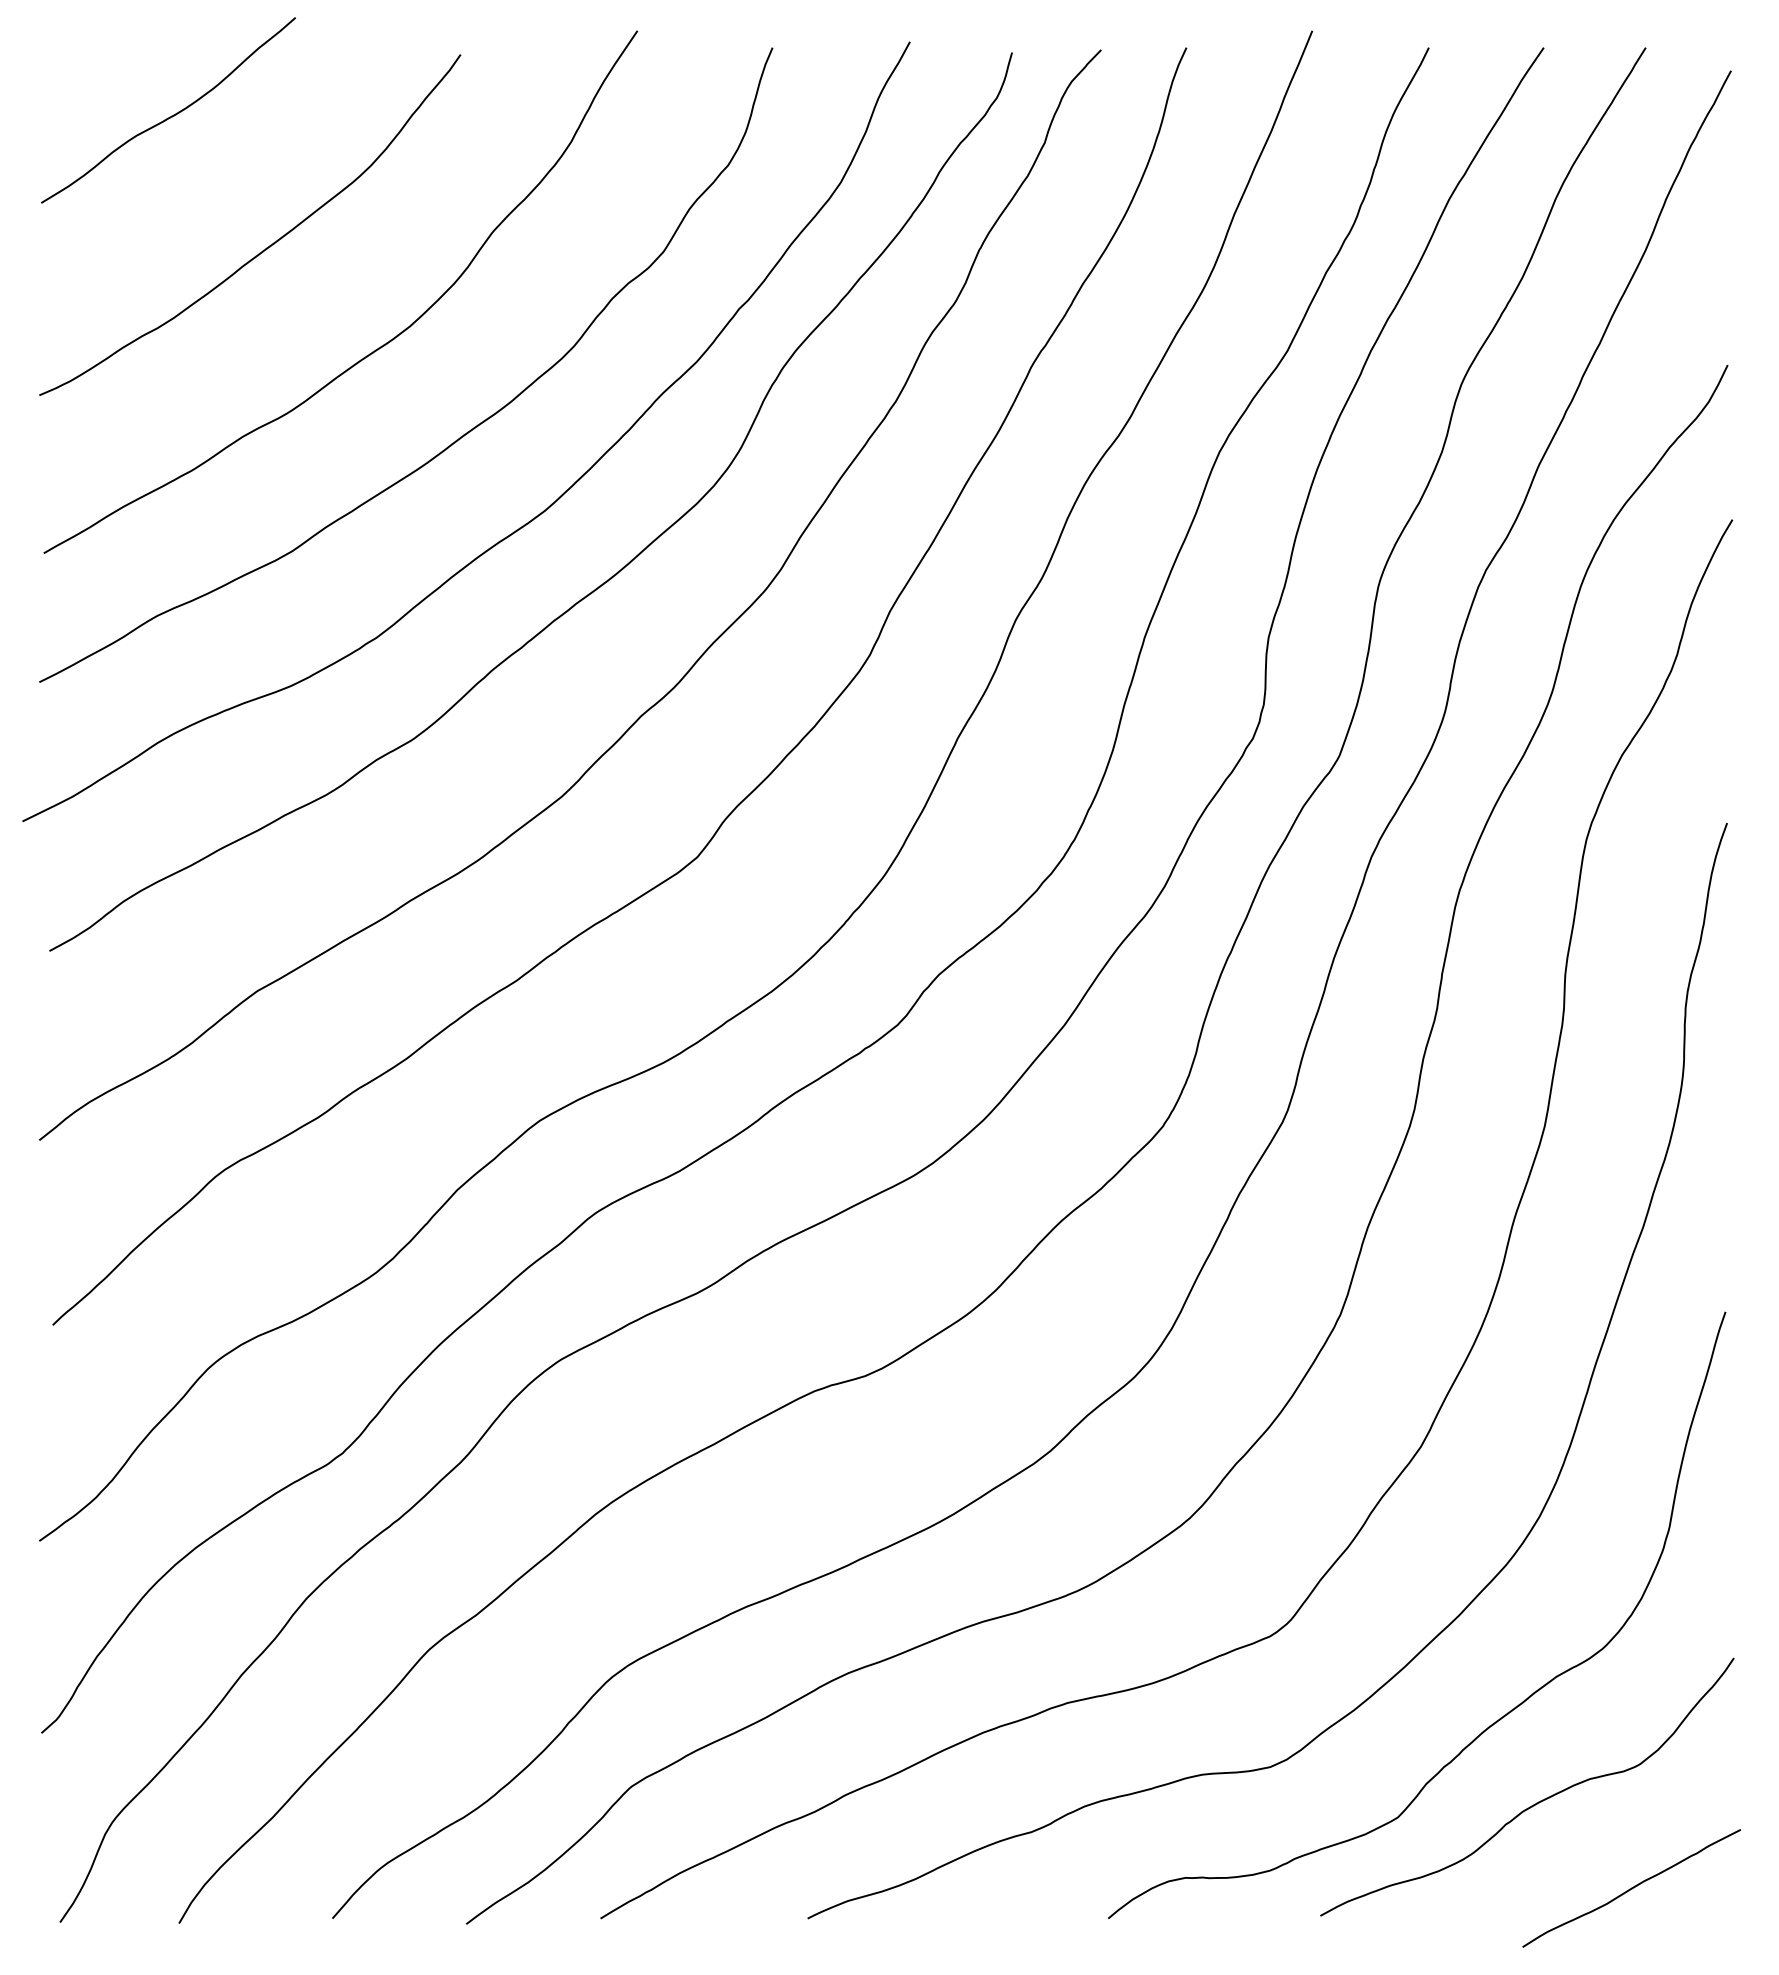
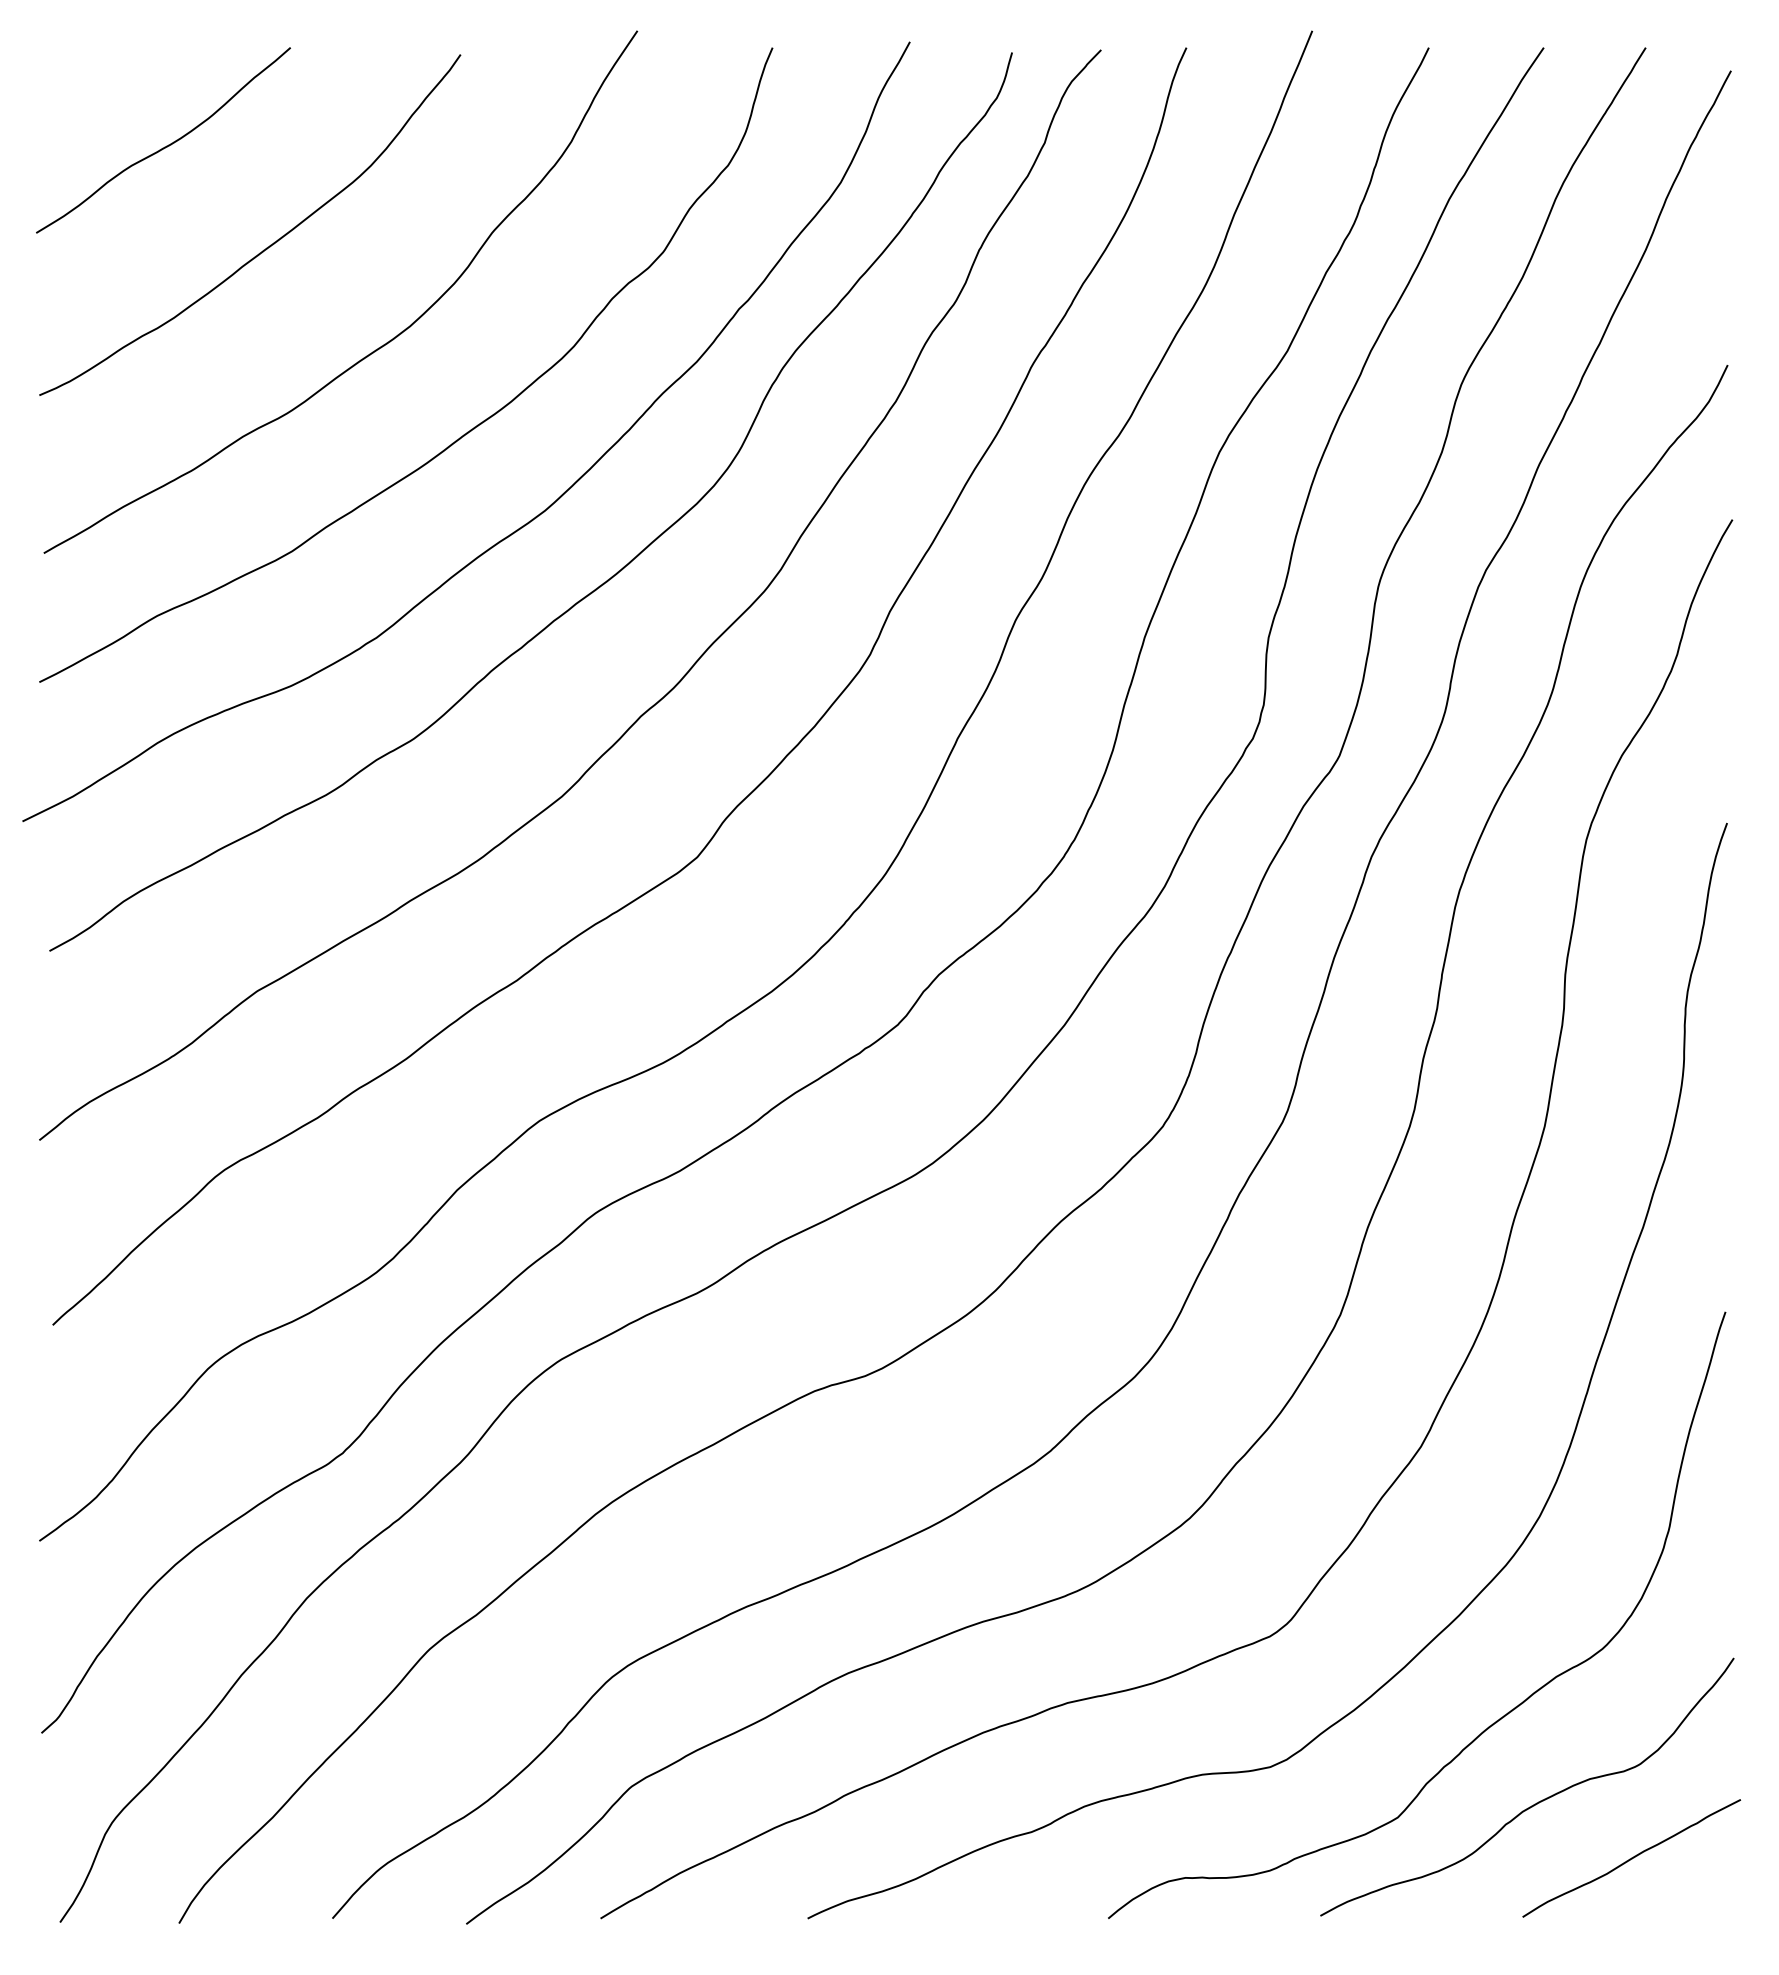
curve at (171, 115) position: (171, 115) -> (166, 145)
curve at (1631, 1888) position: (1631, 1888) -> (1631, 1858)
